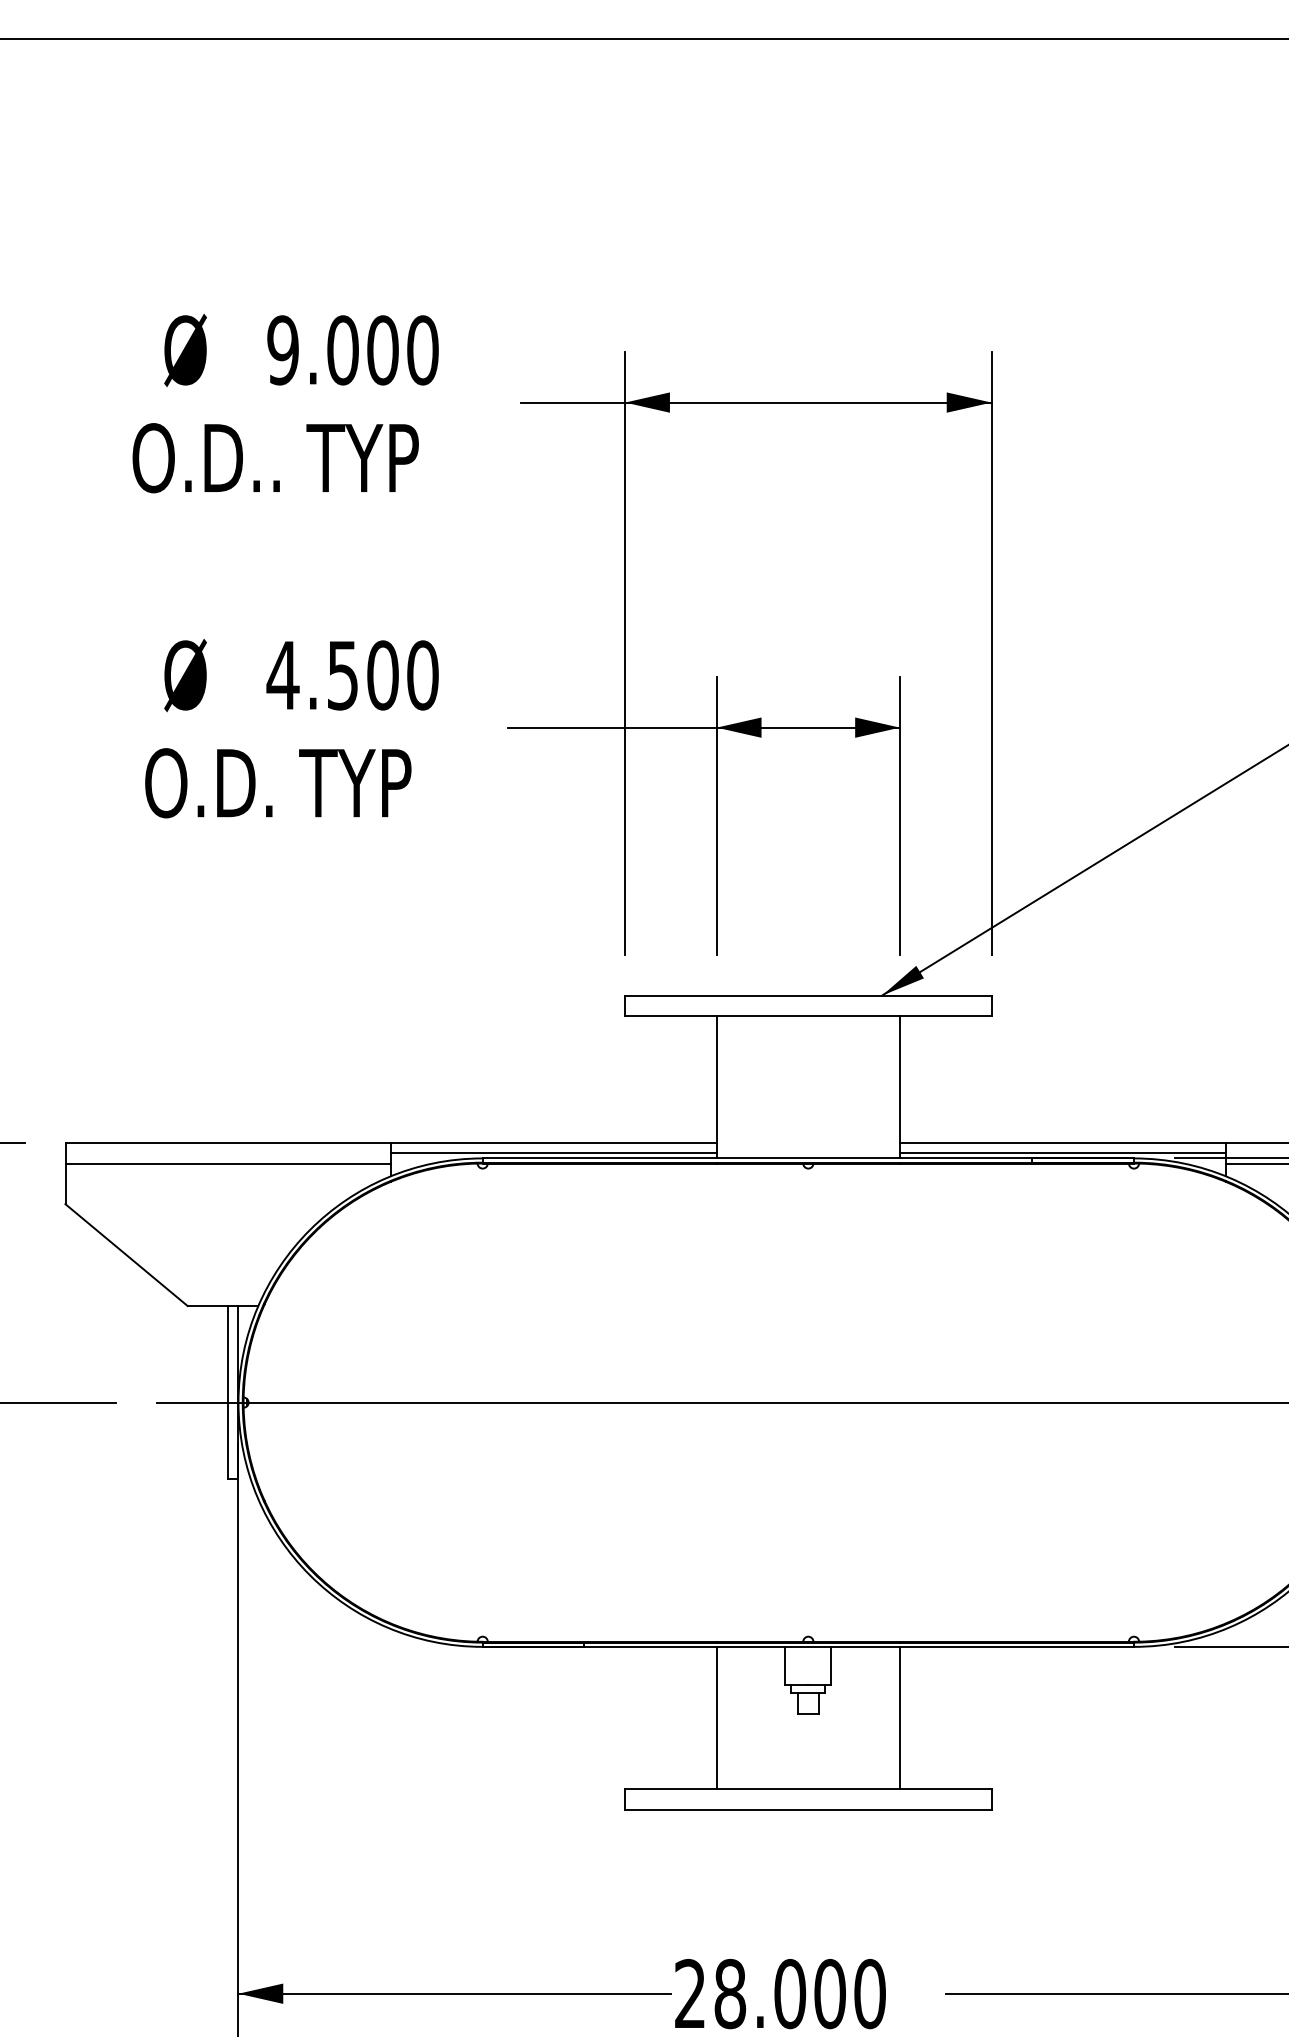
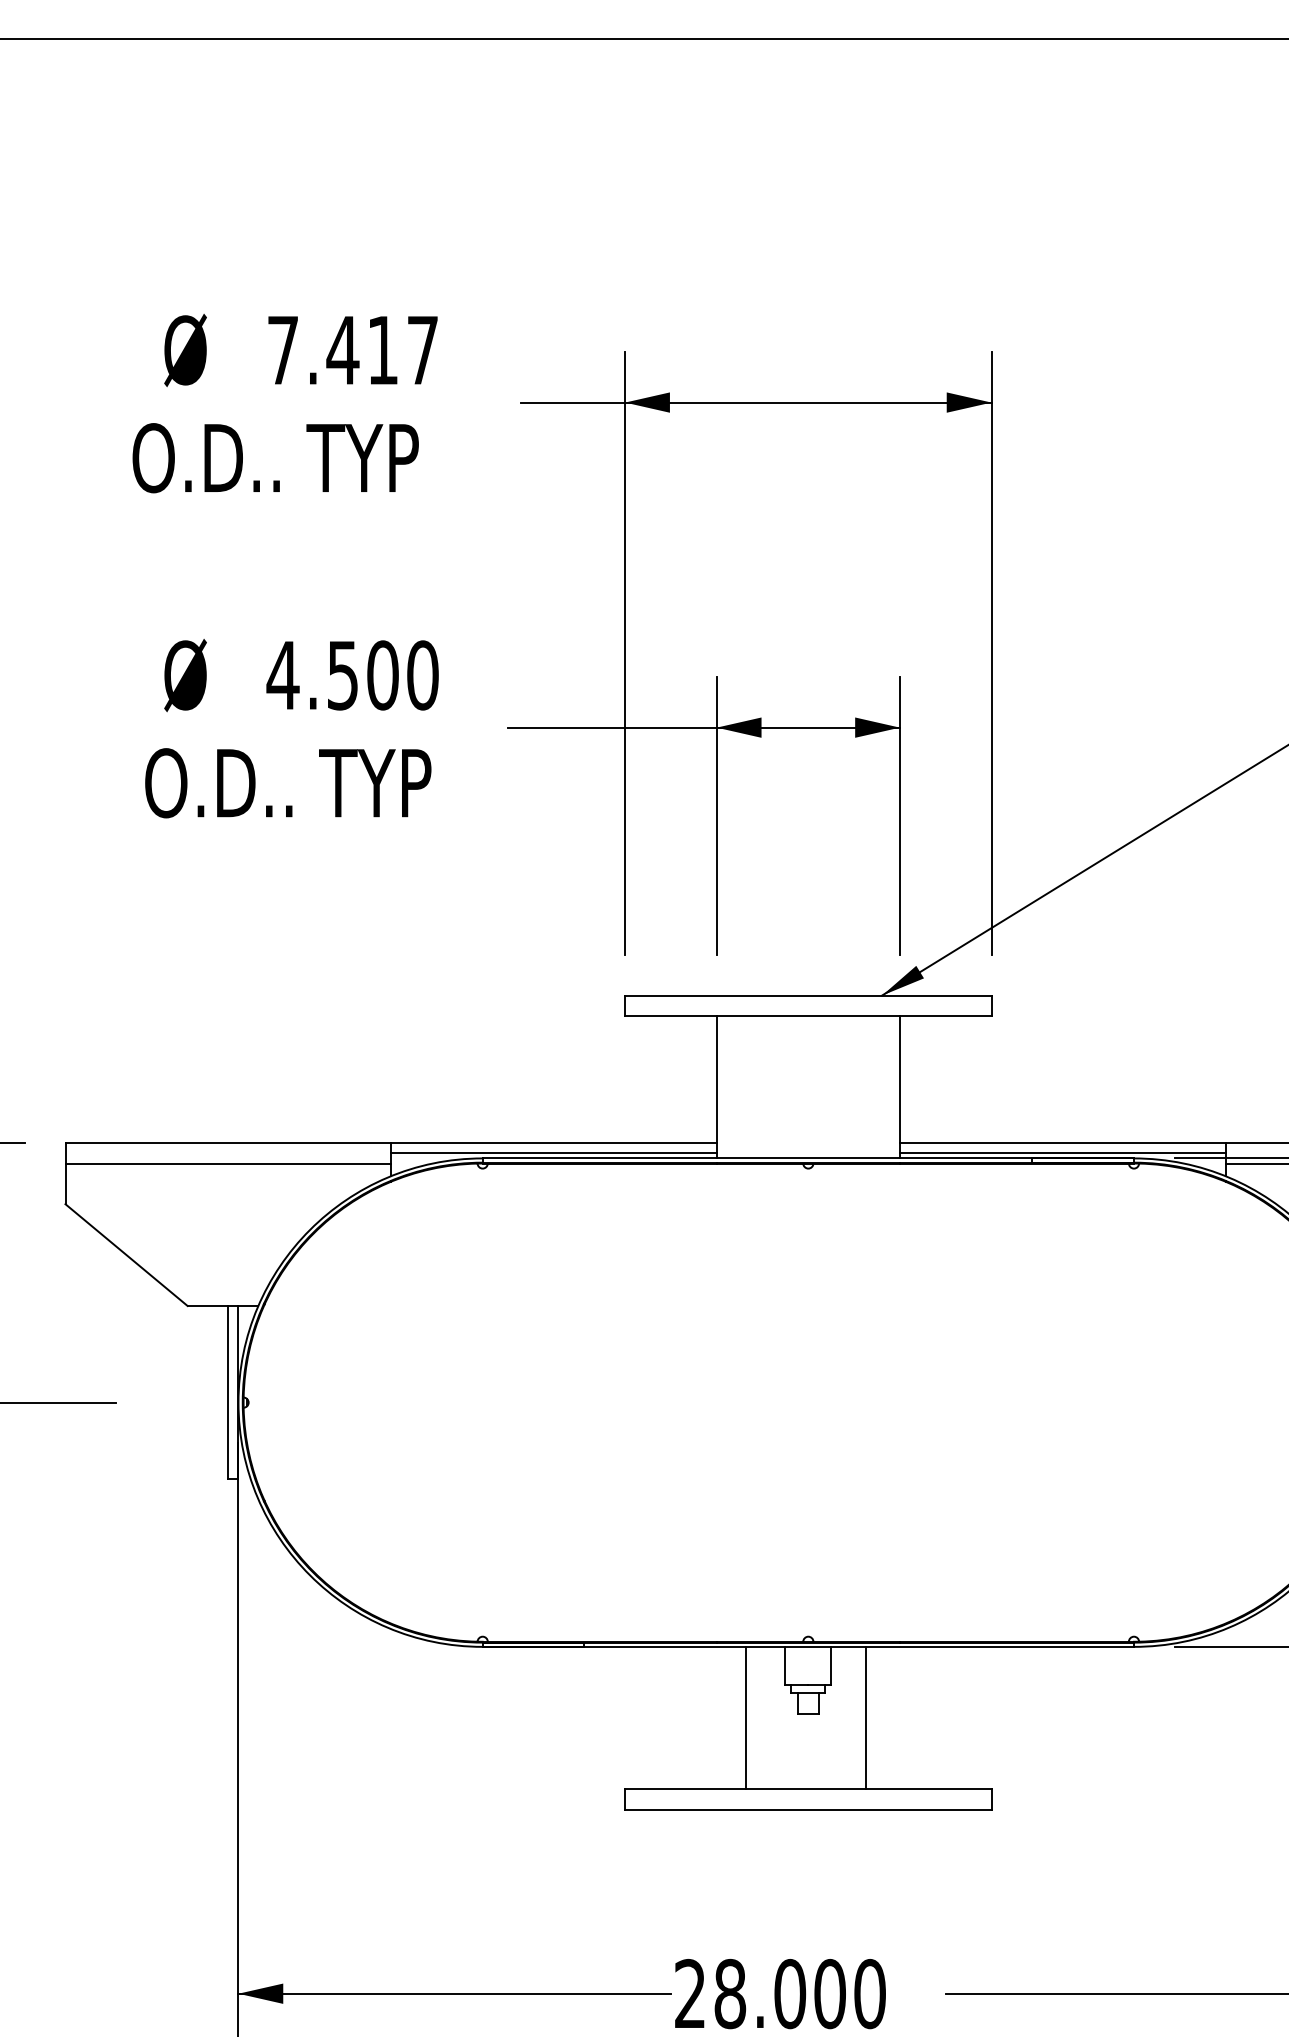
text at (352, 350): 9.000 -> 7.417
text at (358, 783): O.D. TYP -> O.D.. TYP
line at (721, 1402): present -> none
line at (716, 1717) position: (716, 1717) -> (745, 1717)
line at (899, 1717) position: (899, 1717) -> (865, 1717)
